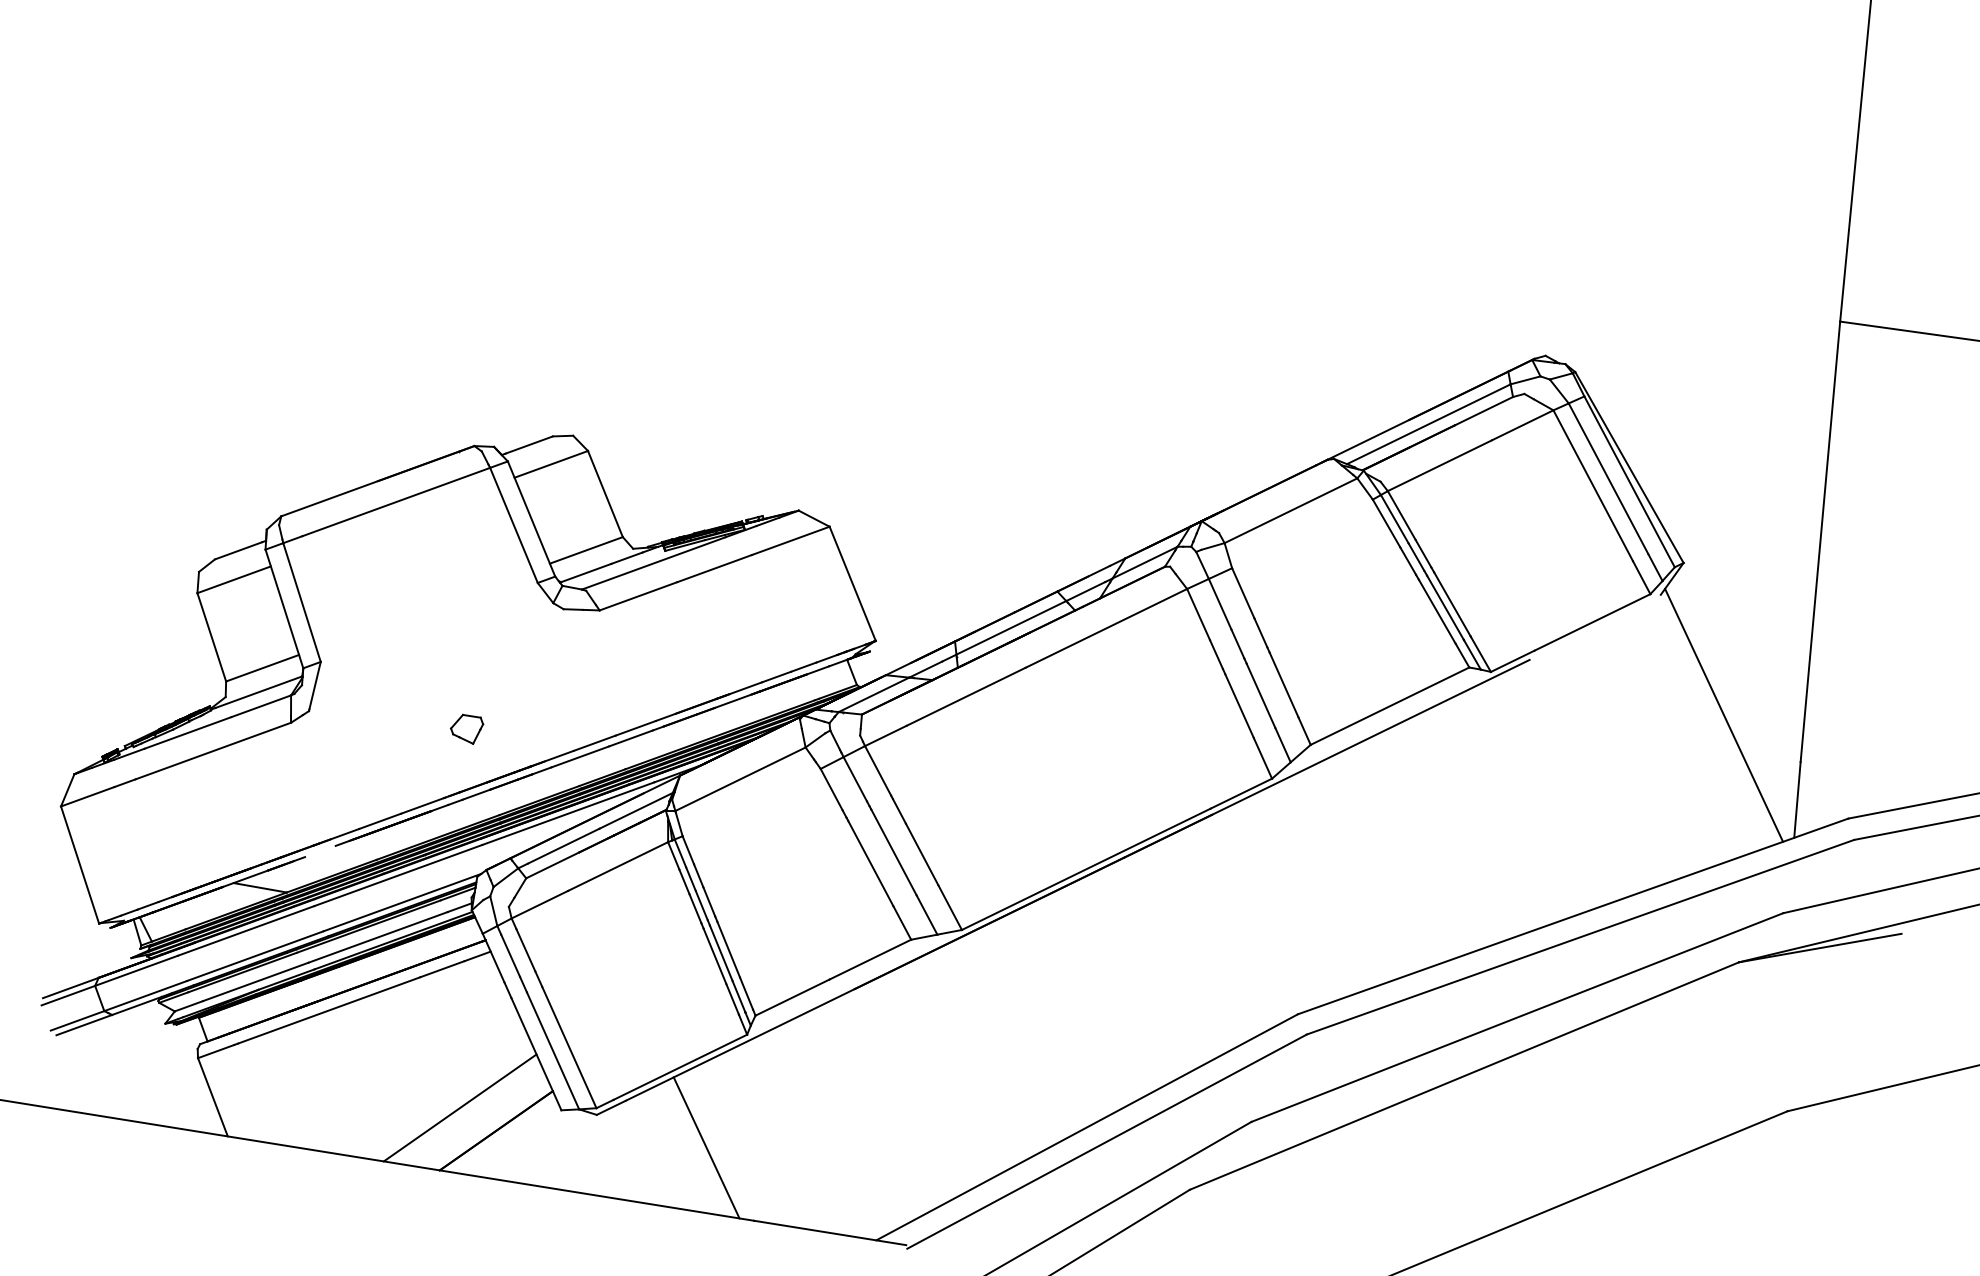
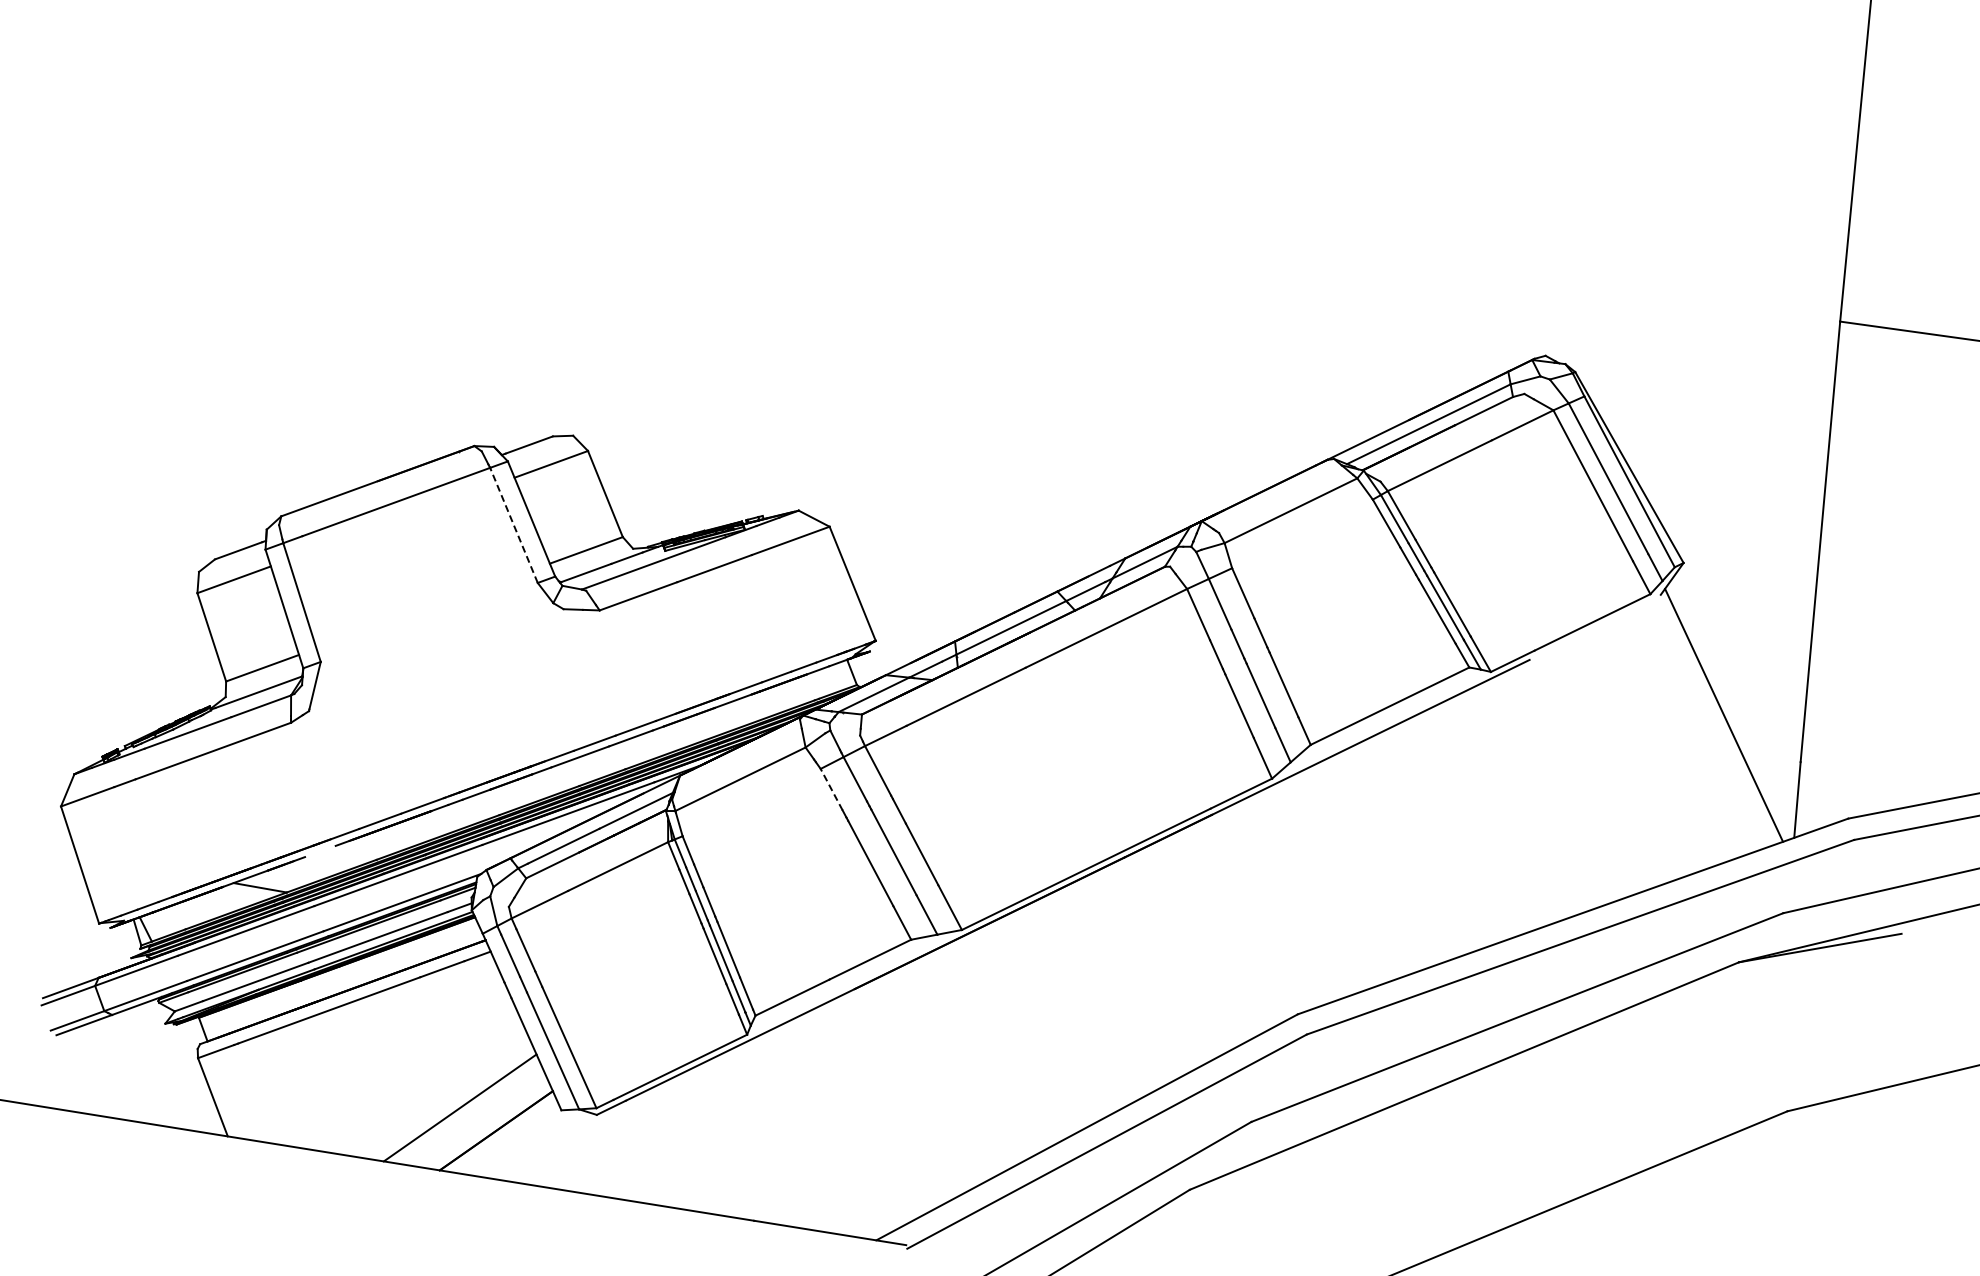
line at (513, 524): solid -> dashed
part at (467, 728): present -> none
line at (831, 789): solid -> dashed
line at (706, 1147): present -> none
